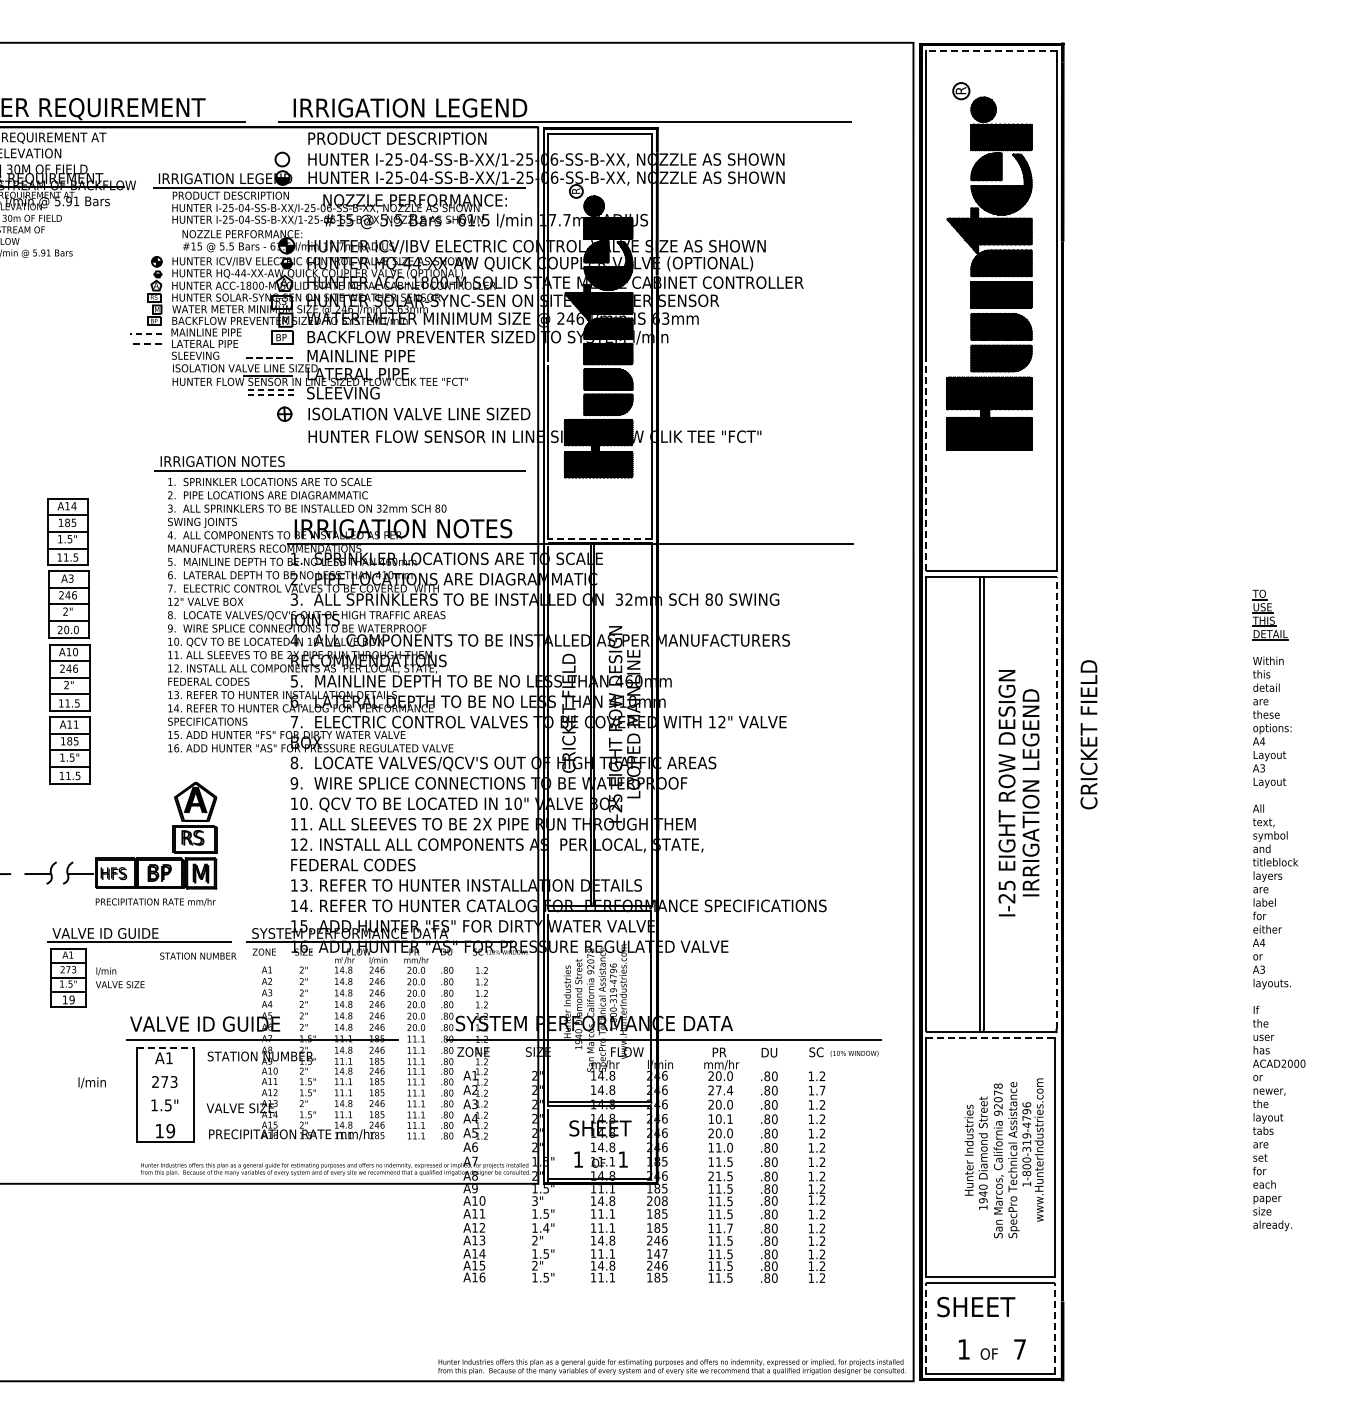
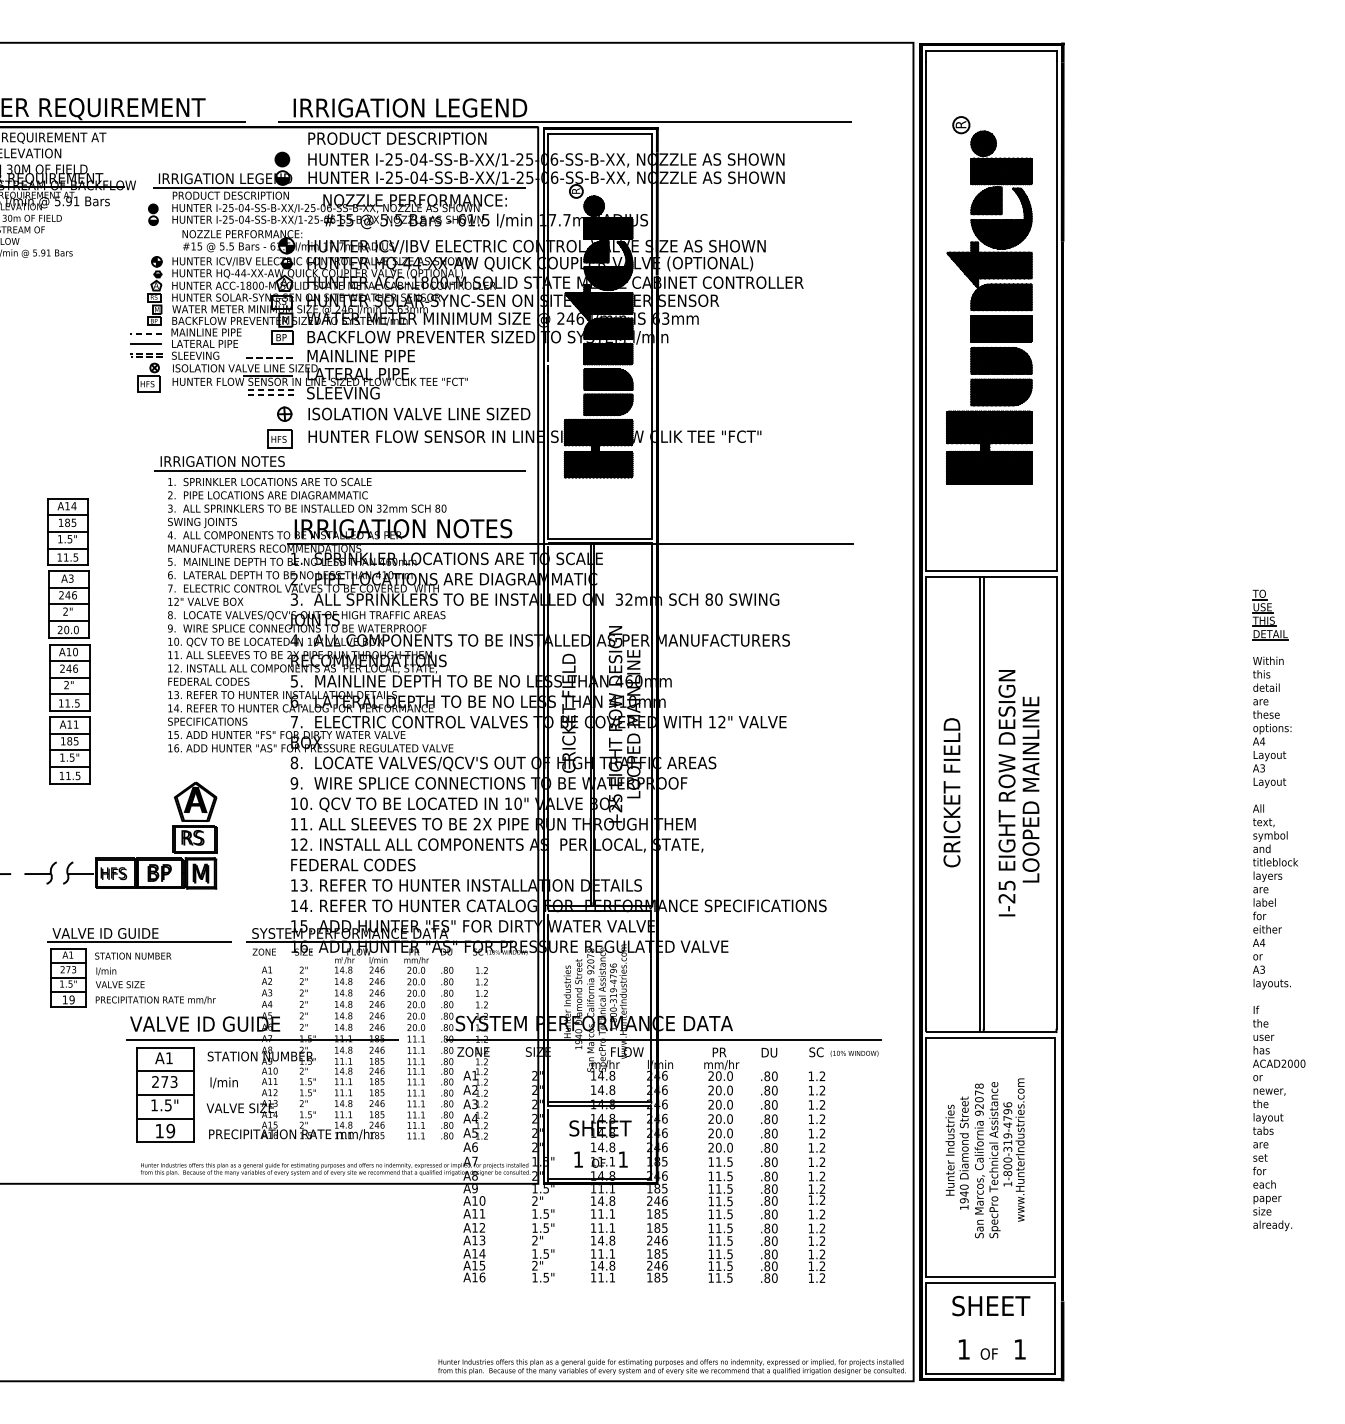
line at (990, 51): dashed -> solid
fill at (282, 159): none -> present
part at (153, 214): none -> present
part at (989, 266) position: (989, 266) -> (989, 300)
line at (146, 344): dashed -> solid
part at (146, 372): none -> present
part at (279, 438): none -> present
line at (926, 464): dashed -> solid
line at (599, 538): dashed -> solid
text at (1088, 734) position: (1088, 734) -> (951, 792)
text at (1030, 792): IRRIGATION LEGEND -> LOOPED MAINLINE
line at (1056, 802): dashed -> solid
text at (155, 902) position: (155, 902) -> (155, 1000)
text at (198, 955) position: (198, 955) -> (133, 955)
line at (990, 1037): dashed -> solid
line at (166, 1047): dashed -> solid
line at (165, 1071): none -> present
text at (91, 1082) position: (91, 1082) -> (223, 1082)
text at (724, 1090): 27.4 -> 20.0
text at (822, 1090): 1.7 -> 1.2
line at (165, 1095): none -> present
line at (165, 1118): none -> present
text at (720, 1118): 10.1 -> 20.0
text at (714, 1147): 11.0 -> 20.0
text at (1003, 1158) position: (1003, 1158) -> (984, 1158)
text at (710, 1175): 21.5 -> 11.5
text at (534, 1200): 3" -> 2"
text at (660, 1200): 208 -> 246
text at (546, 1227): 1.4" -> 1.5"
text at (729, 1228): 11.7 -> 11.5
text at (660, 1253): 147 -> 185
text at (976, 1306) position: (976, 1306) -> (991, 1305)
line at (926, 1328): dashed -> solid
line at (1055, 1328): dashed -> solid
text at (1019, 1349): 7 -> 1
